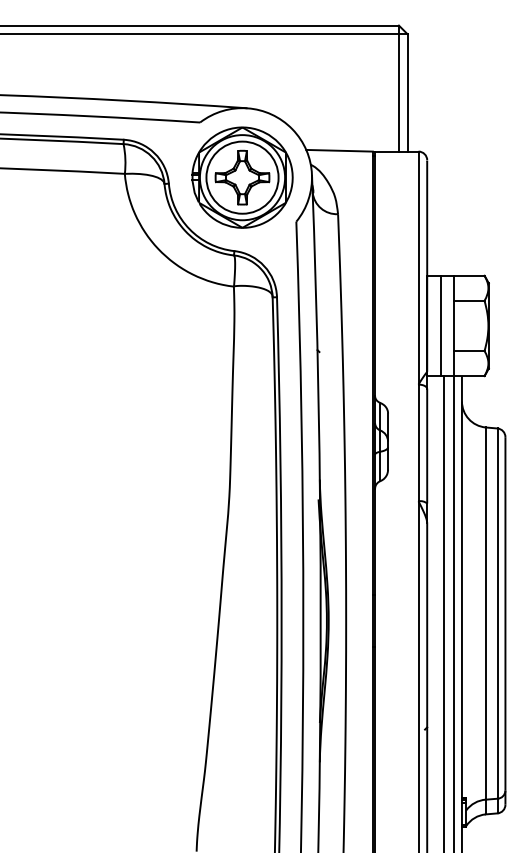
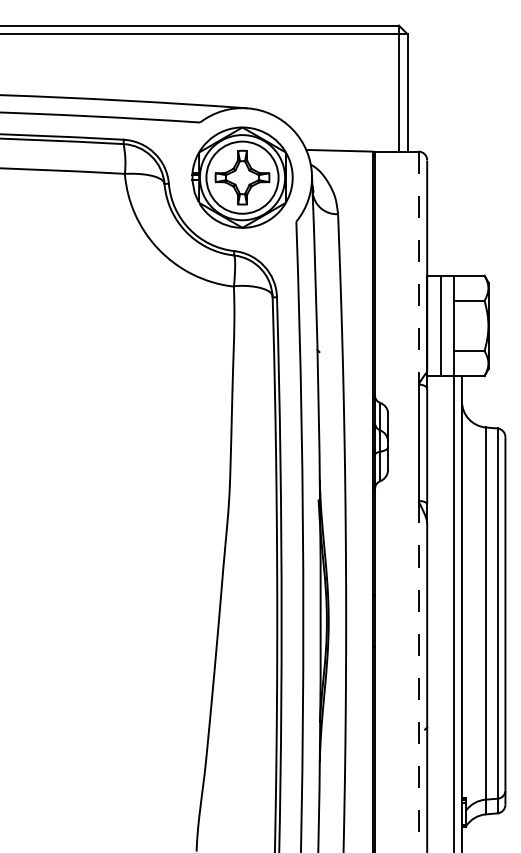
line at (418, 268): solid -> dashed
line at (443, 612): present -> none
line at (418, 677): solid -> dashed
